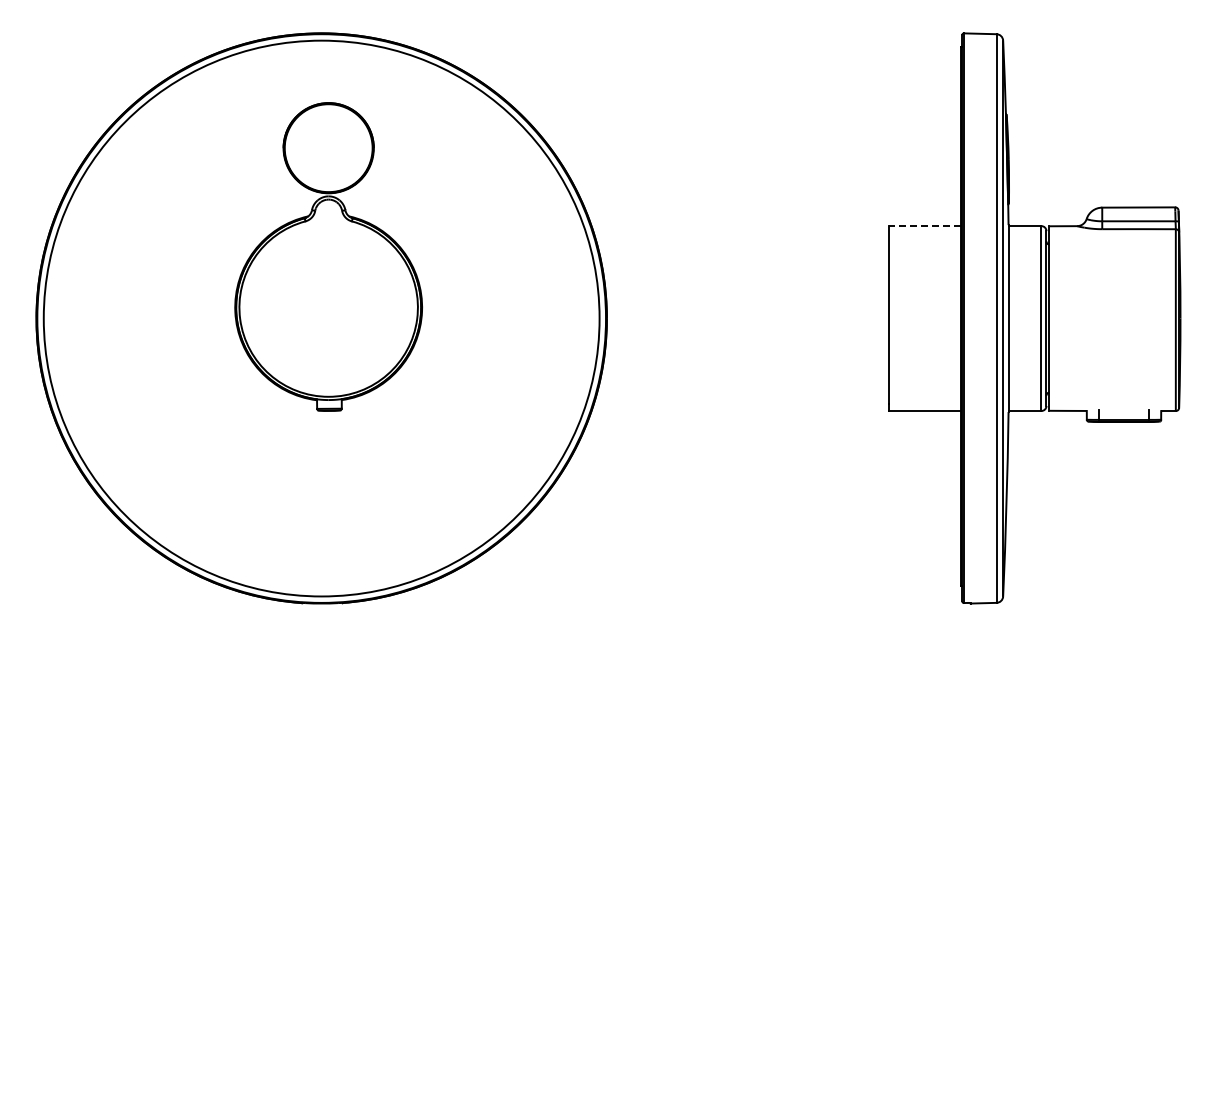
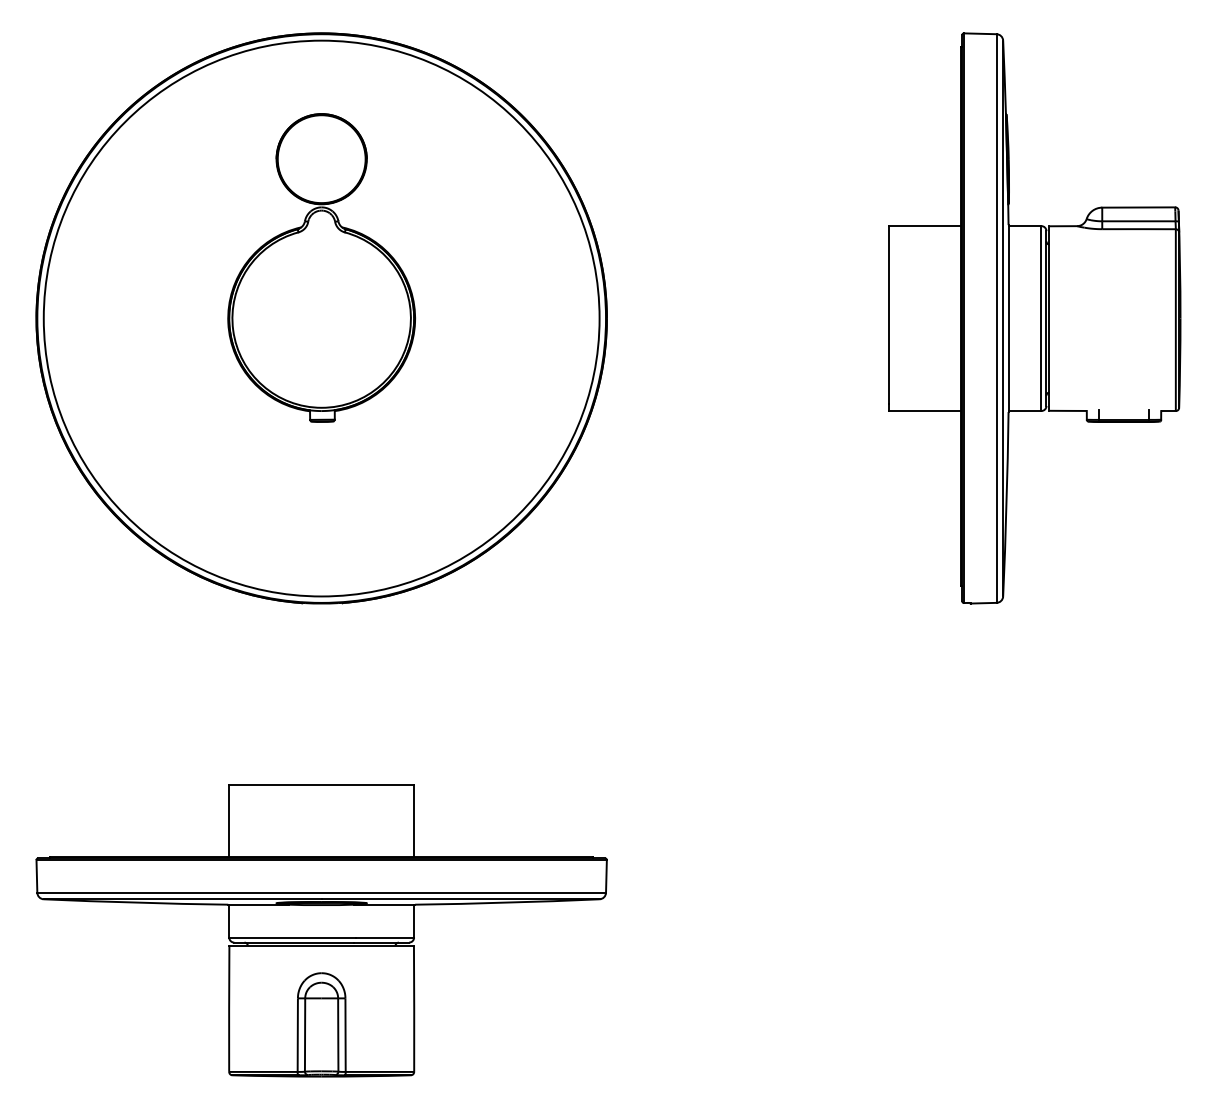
line at (924, 226): dashed -> solid
part at (328, 256) position: (328, 256) -> (321, 267)
part at (321, 930): none -> present
